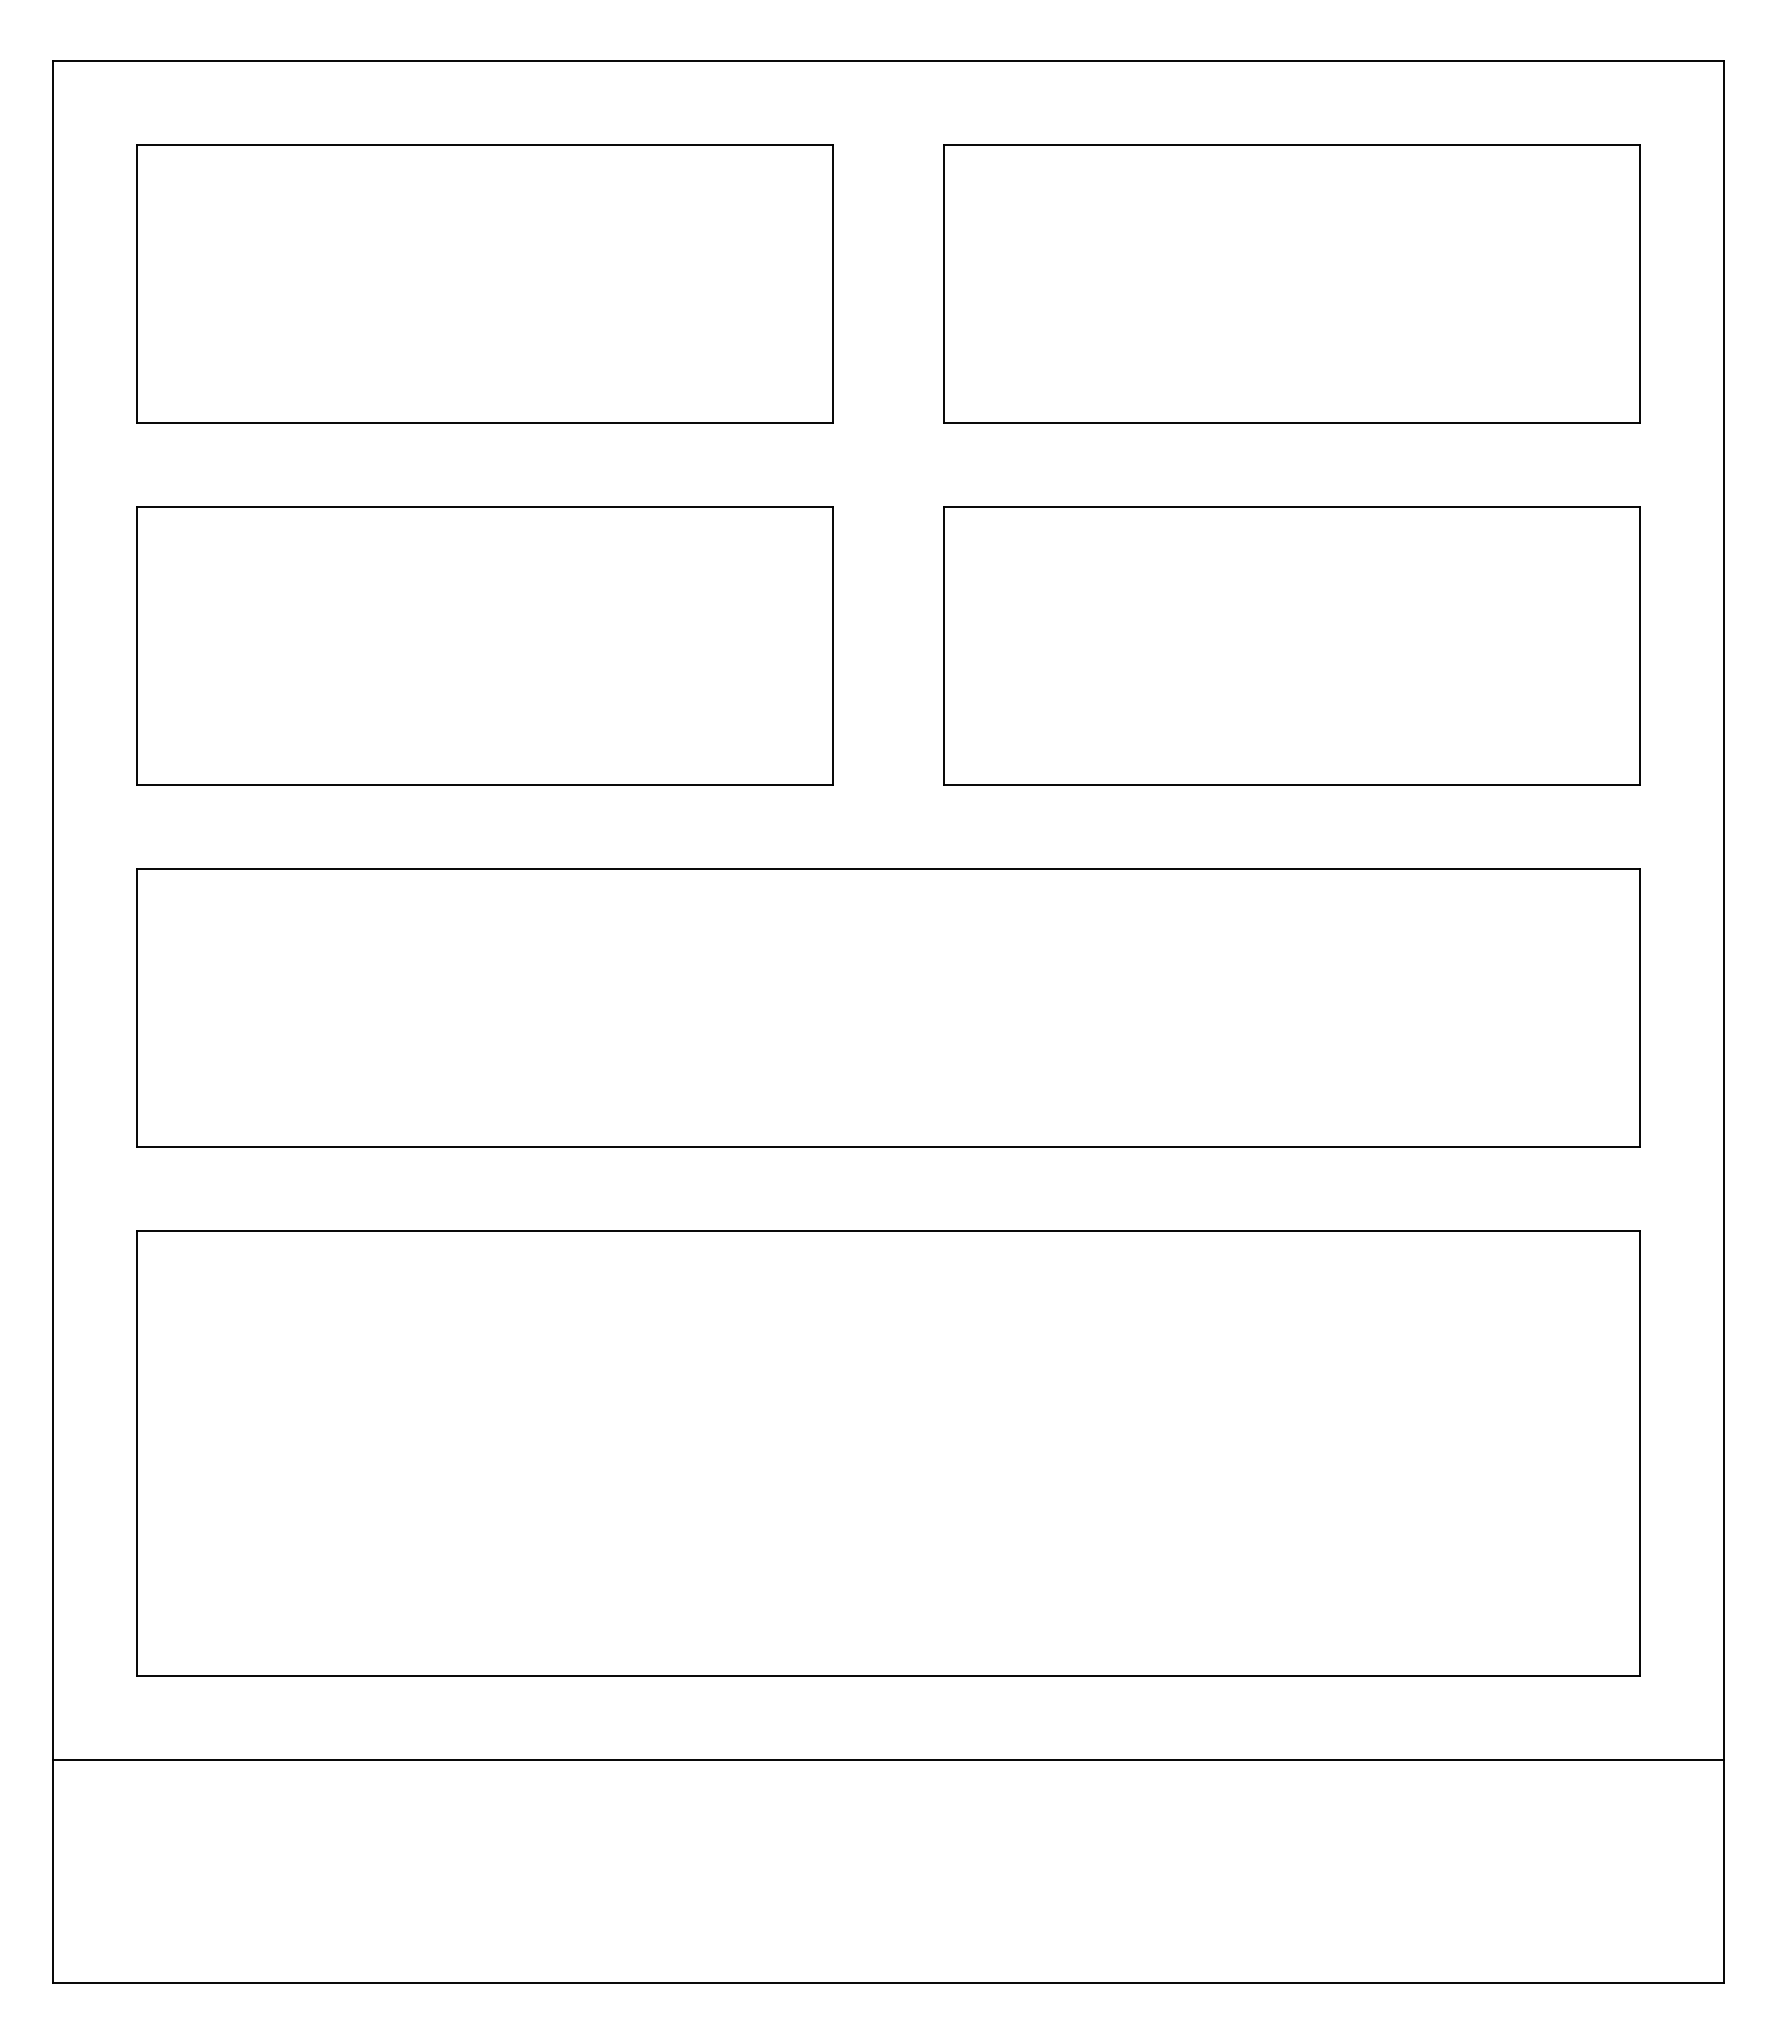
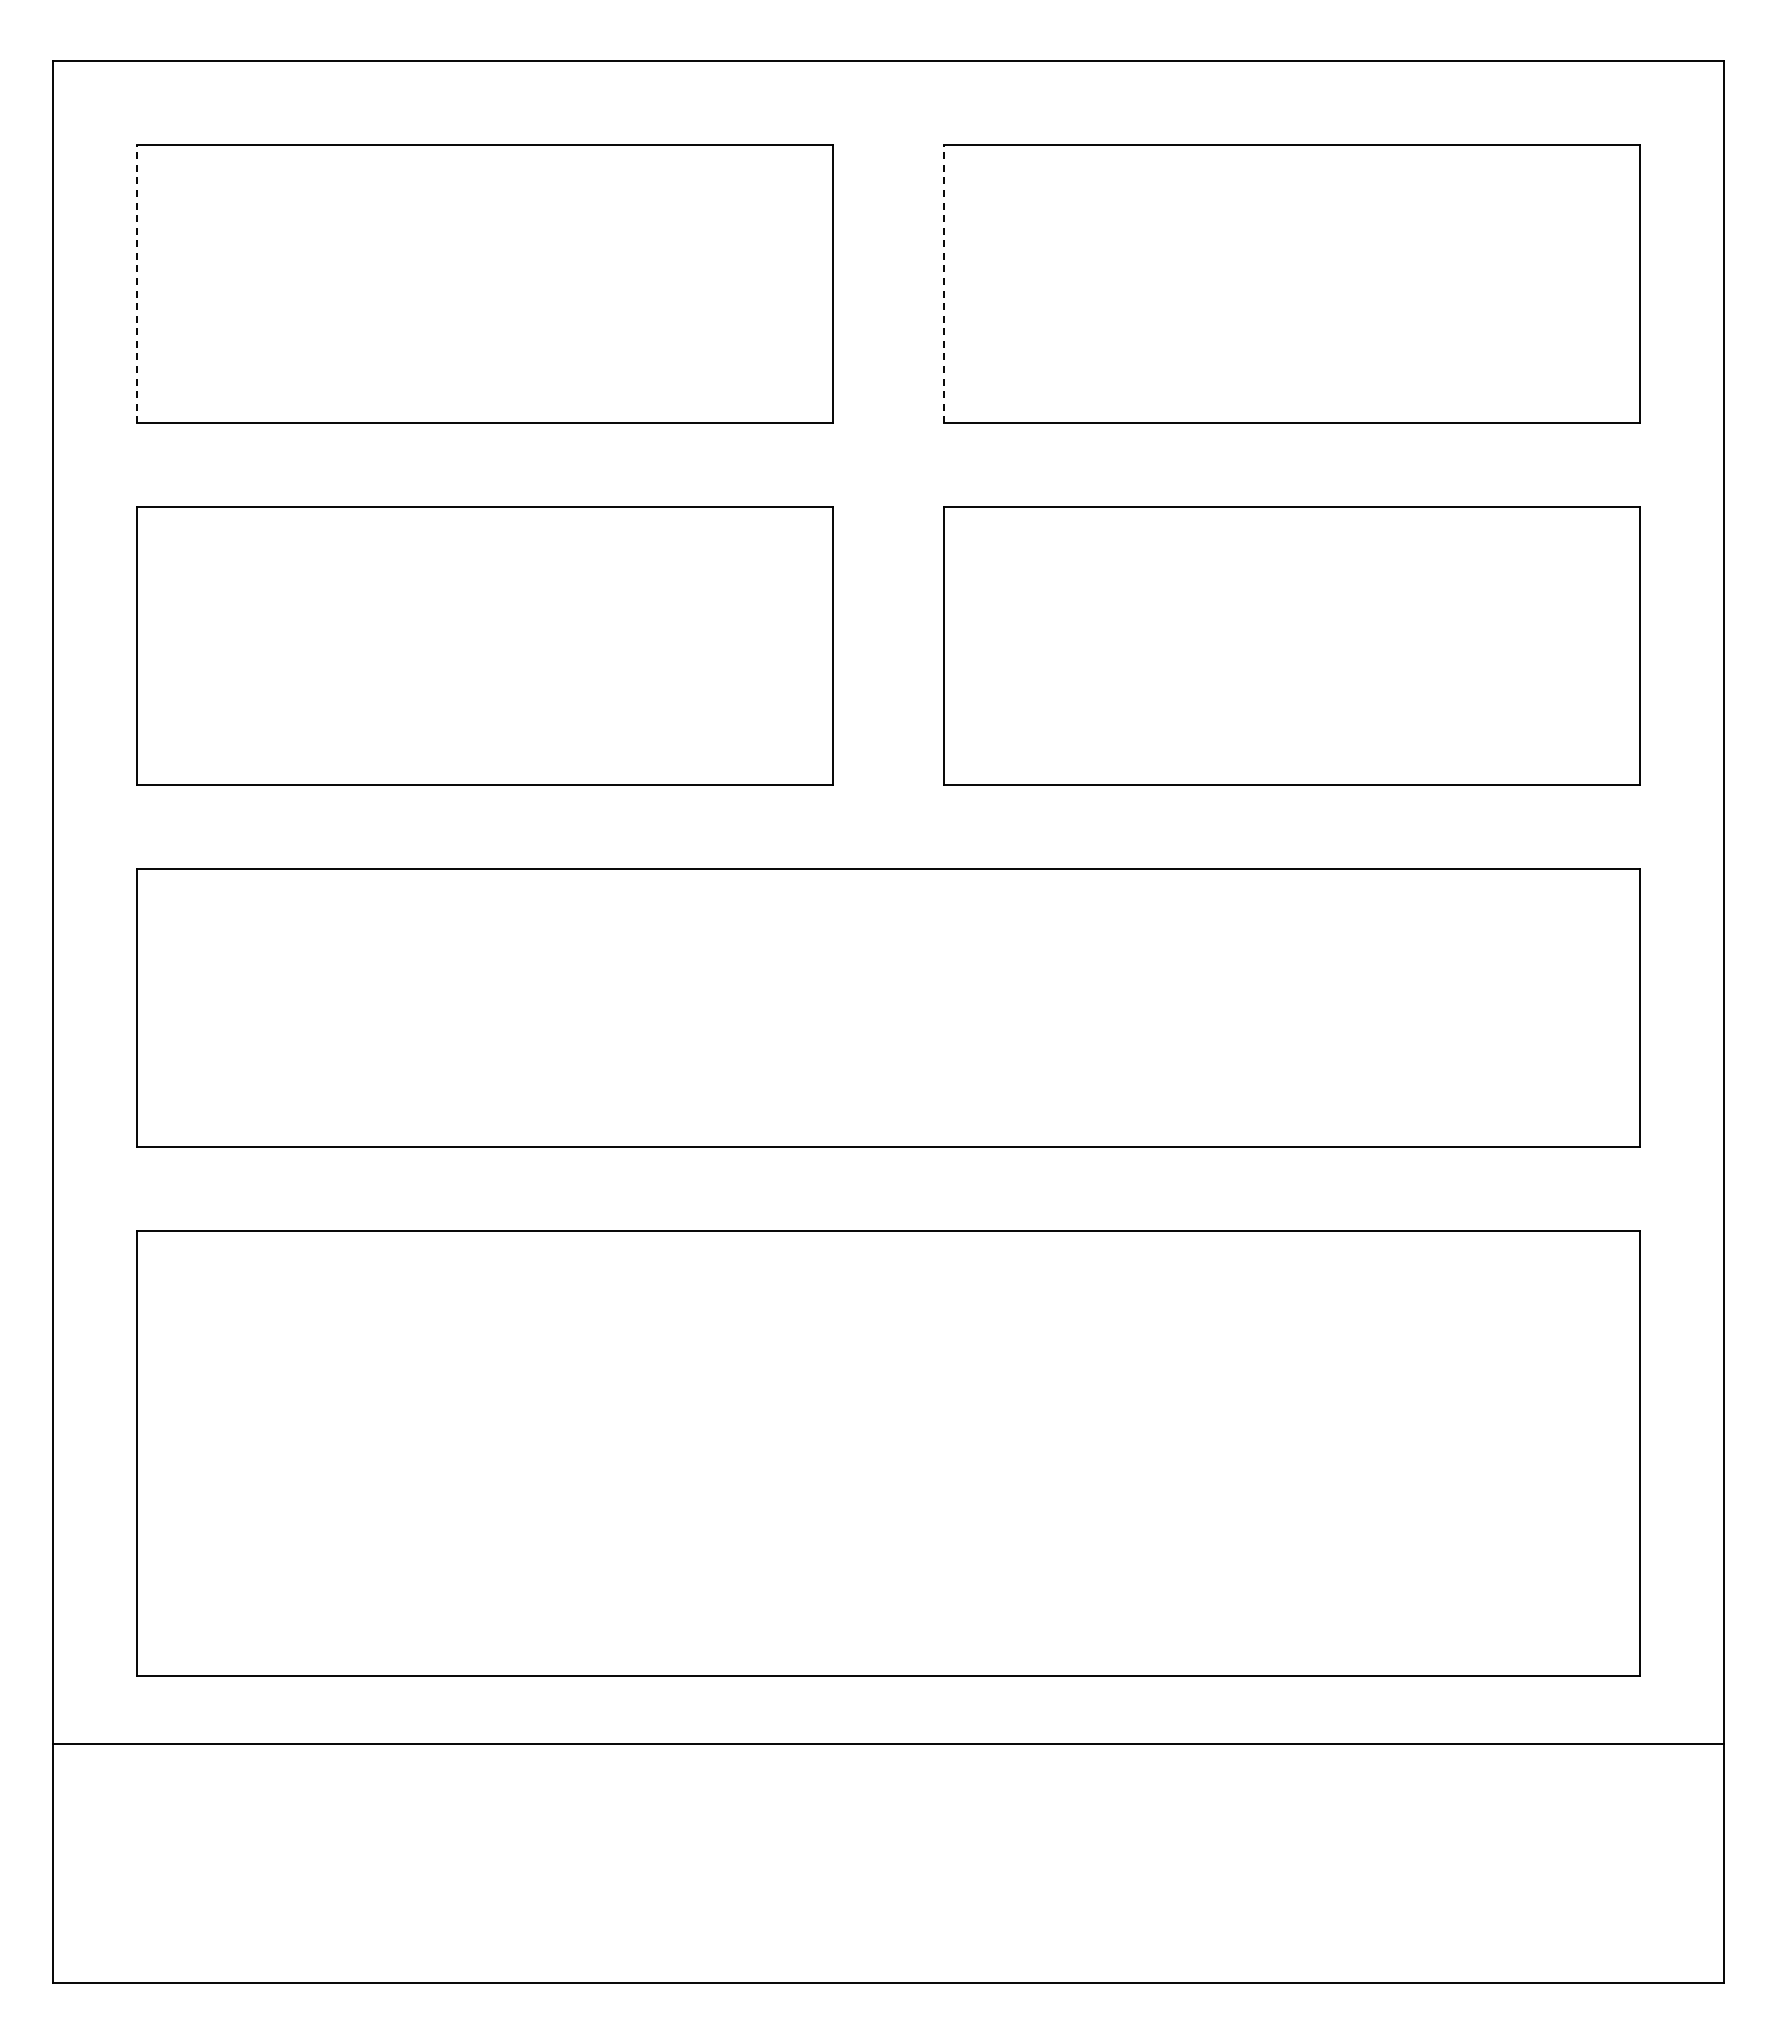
line at (136, 283): solid -> dashed
line at (944, 283): solid -> dashed
line at (888, 1759) position: (888, 1759) -> (888, 1743)
